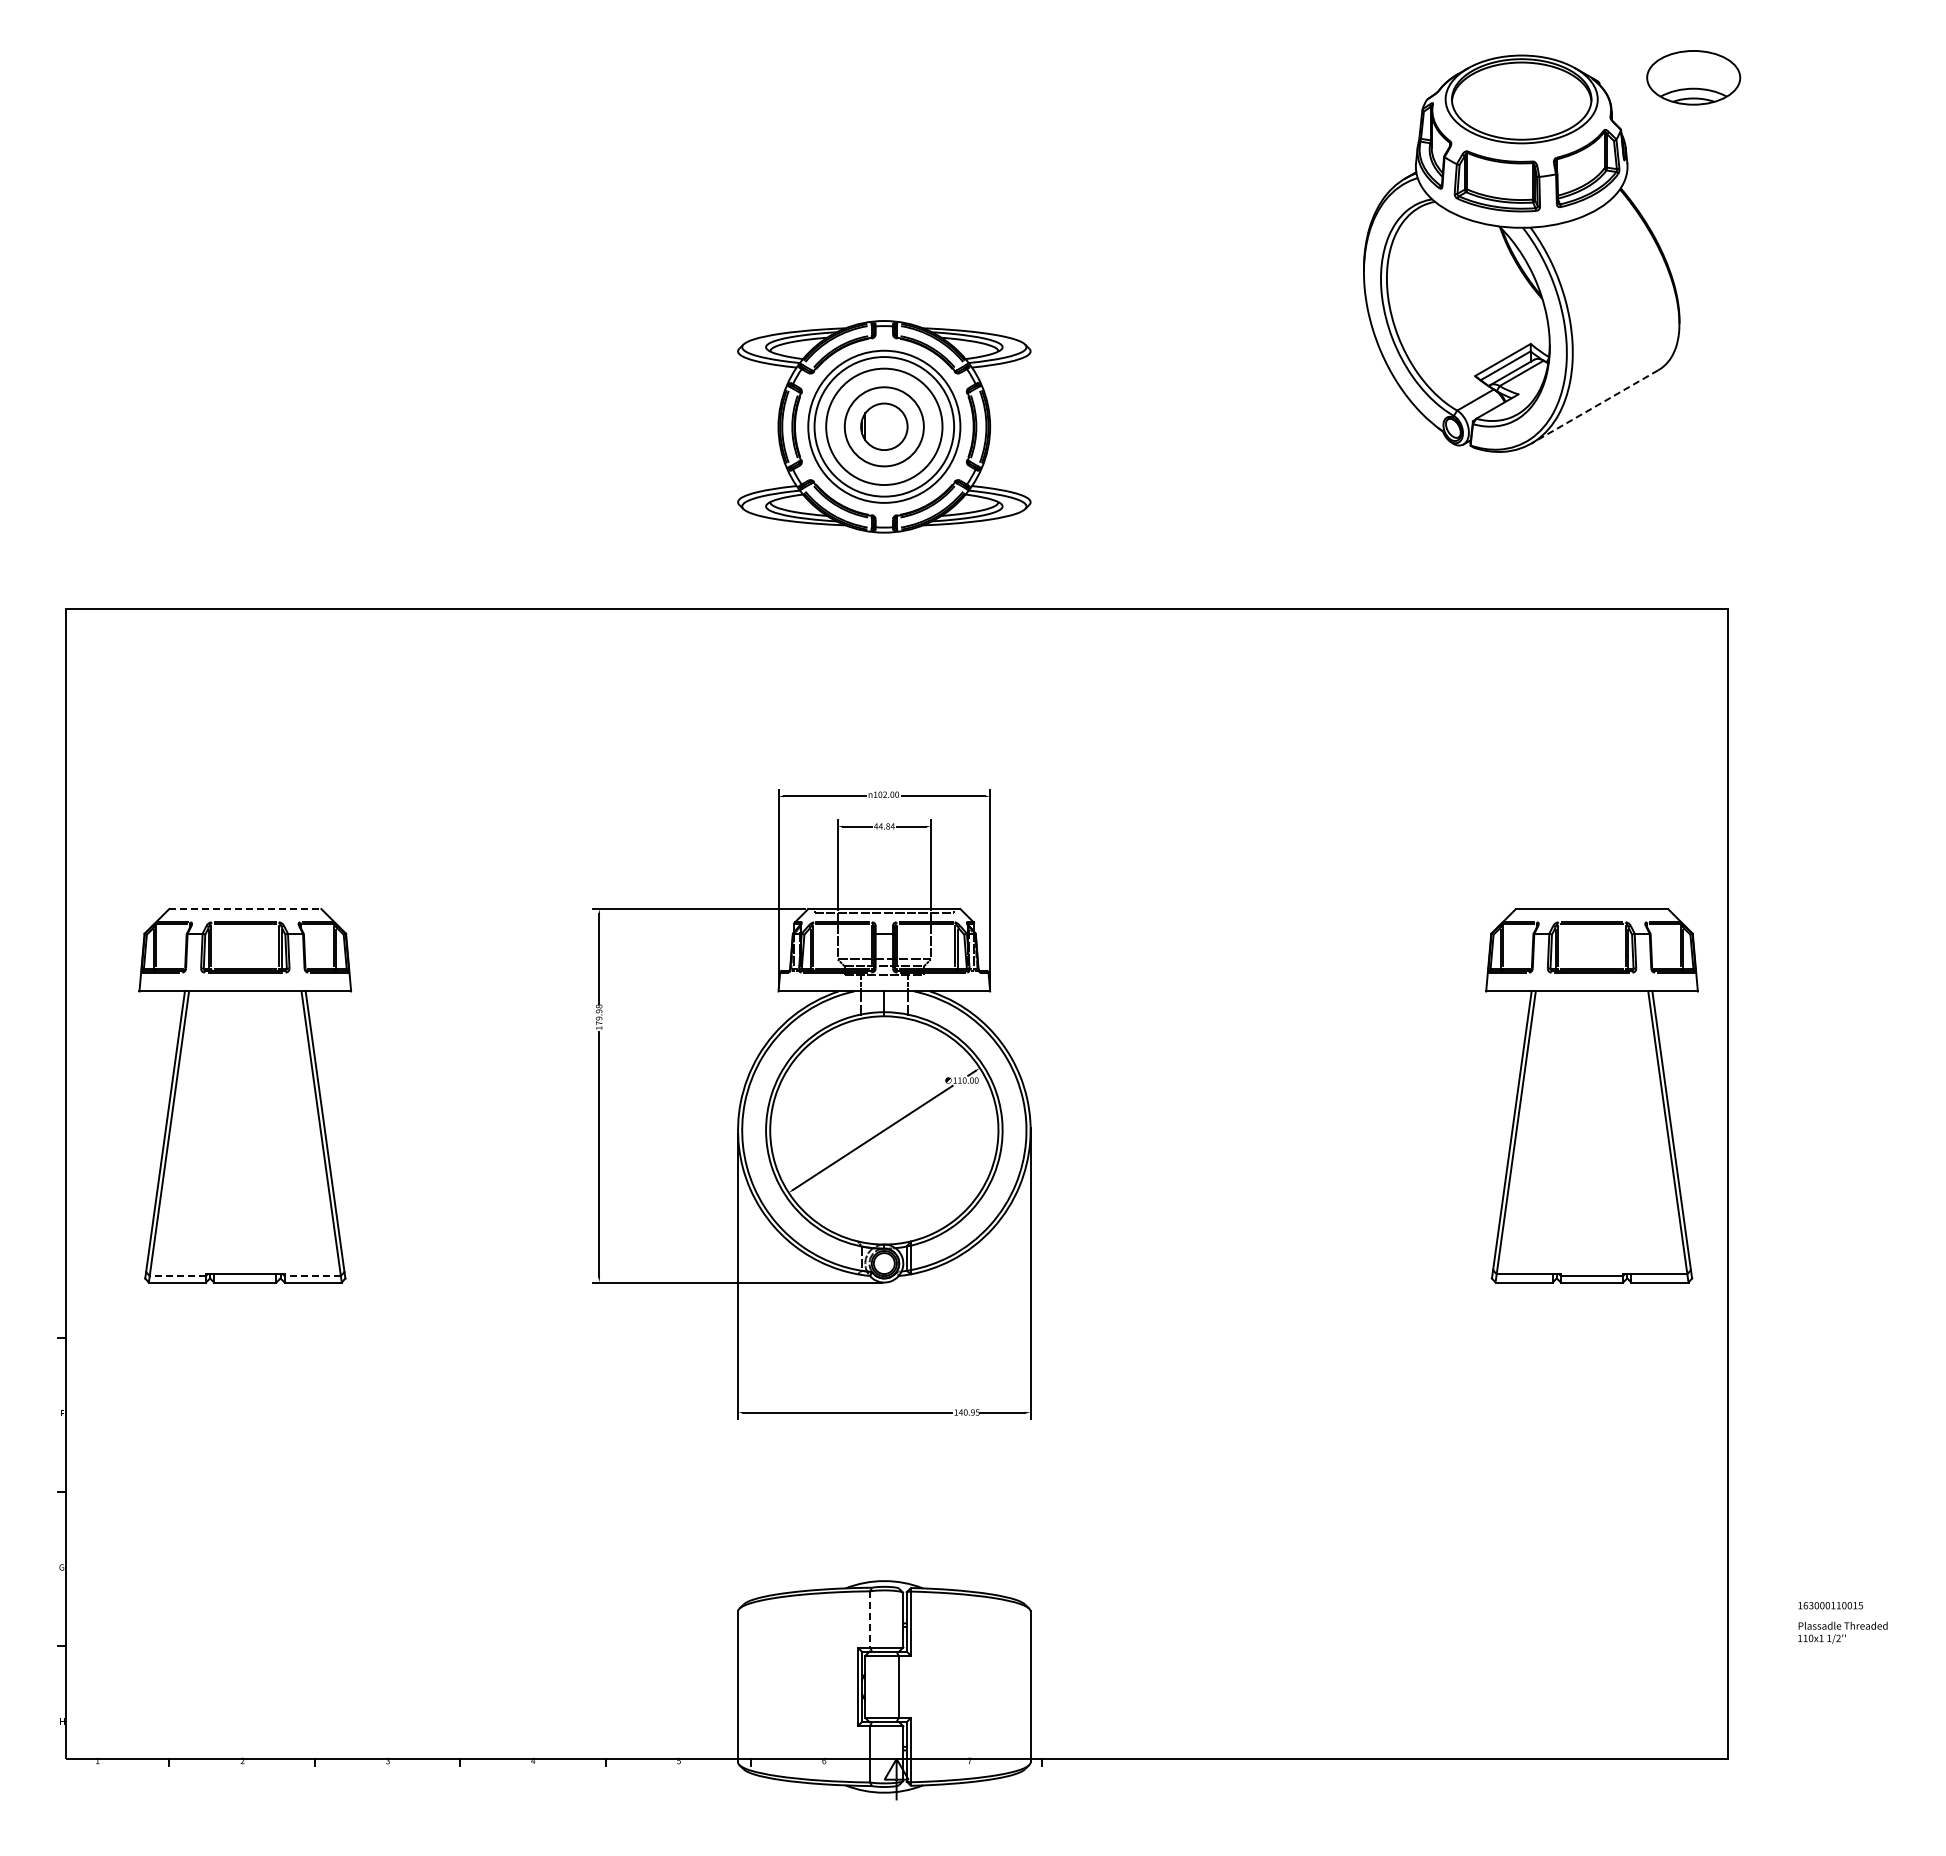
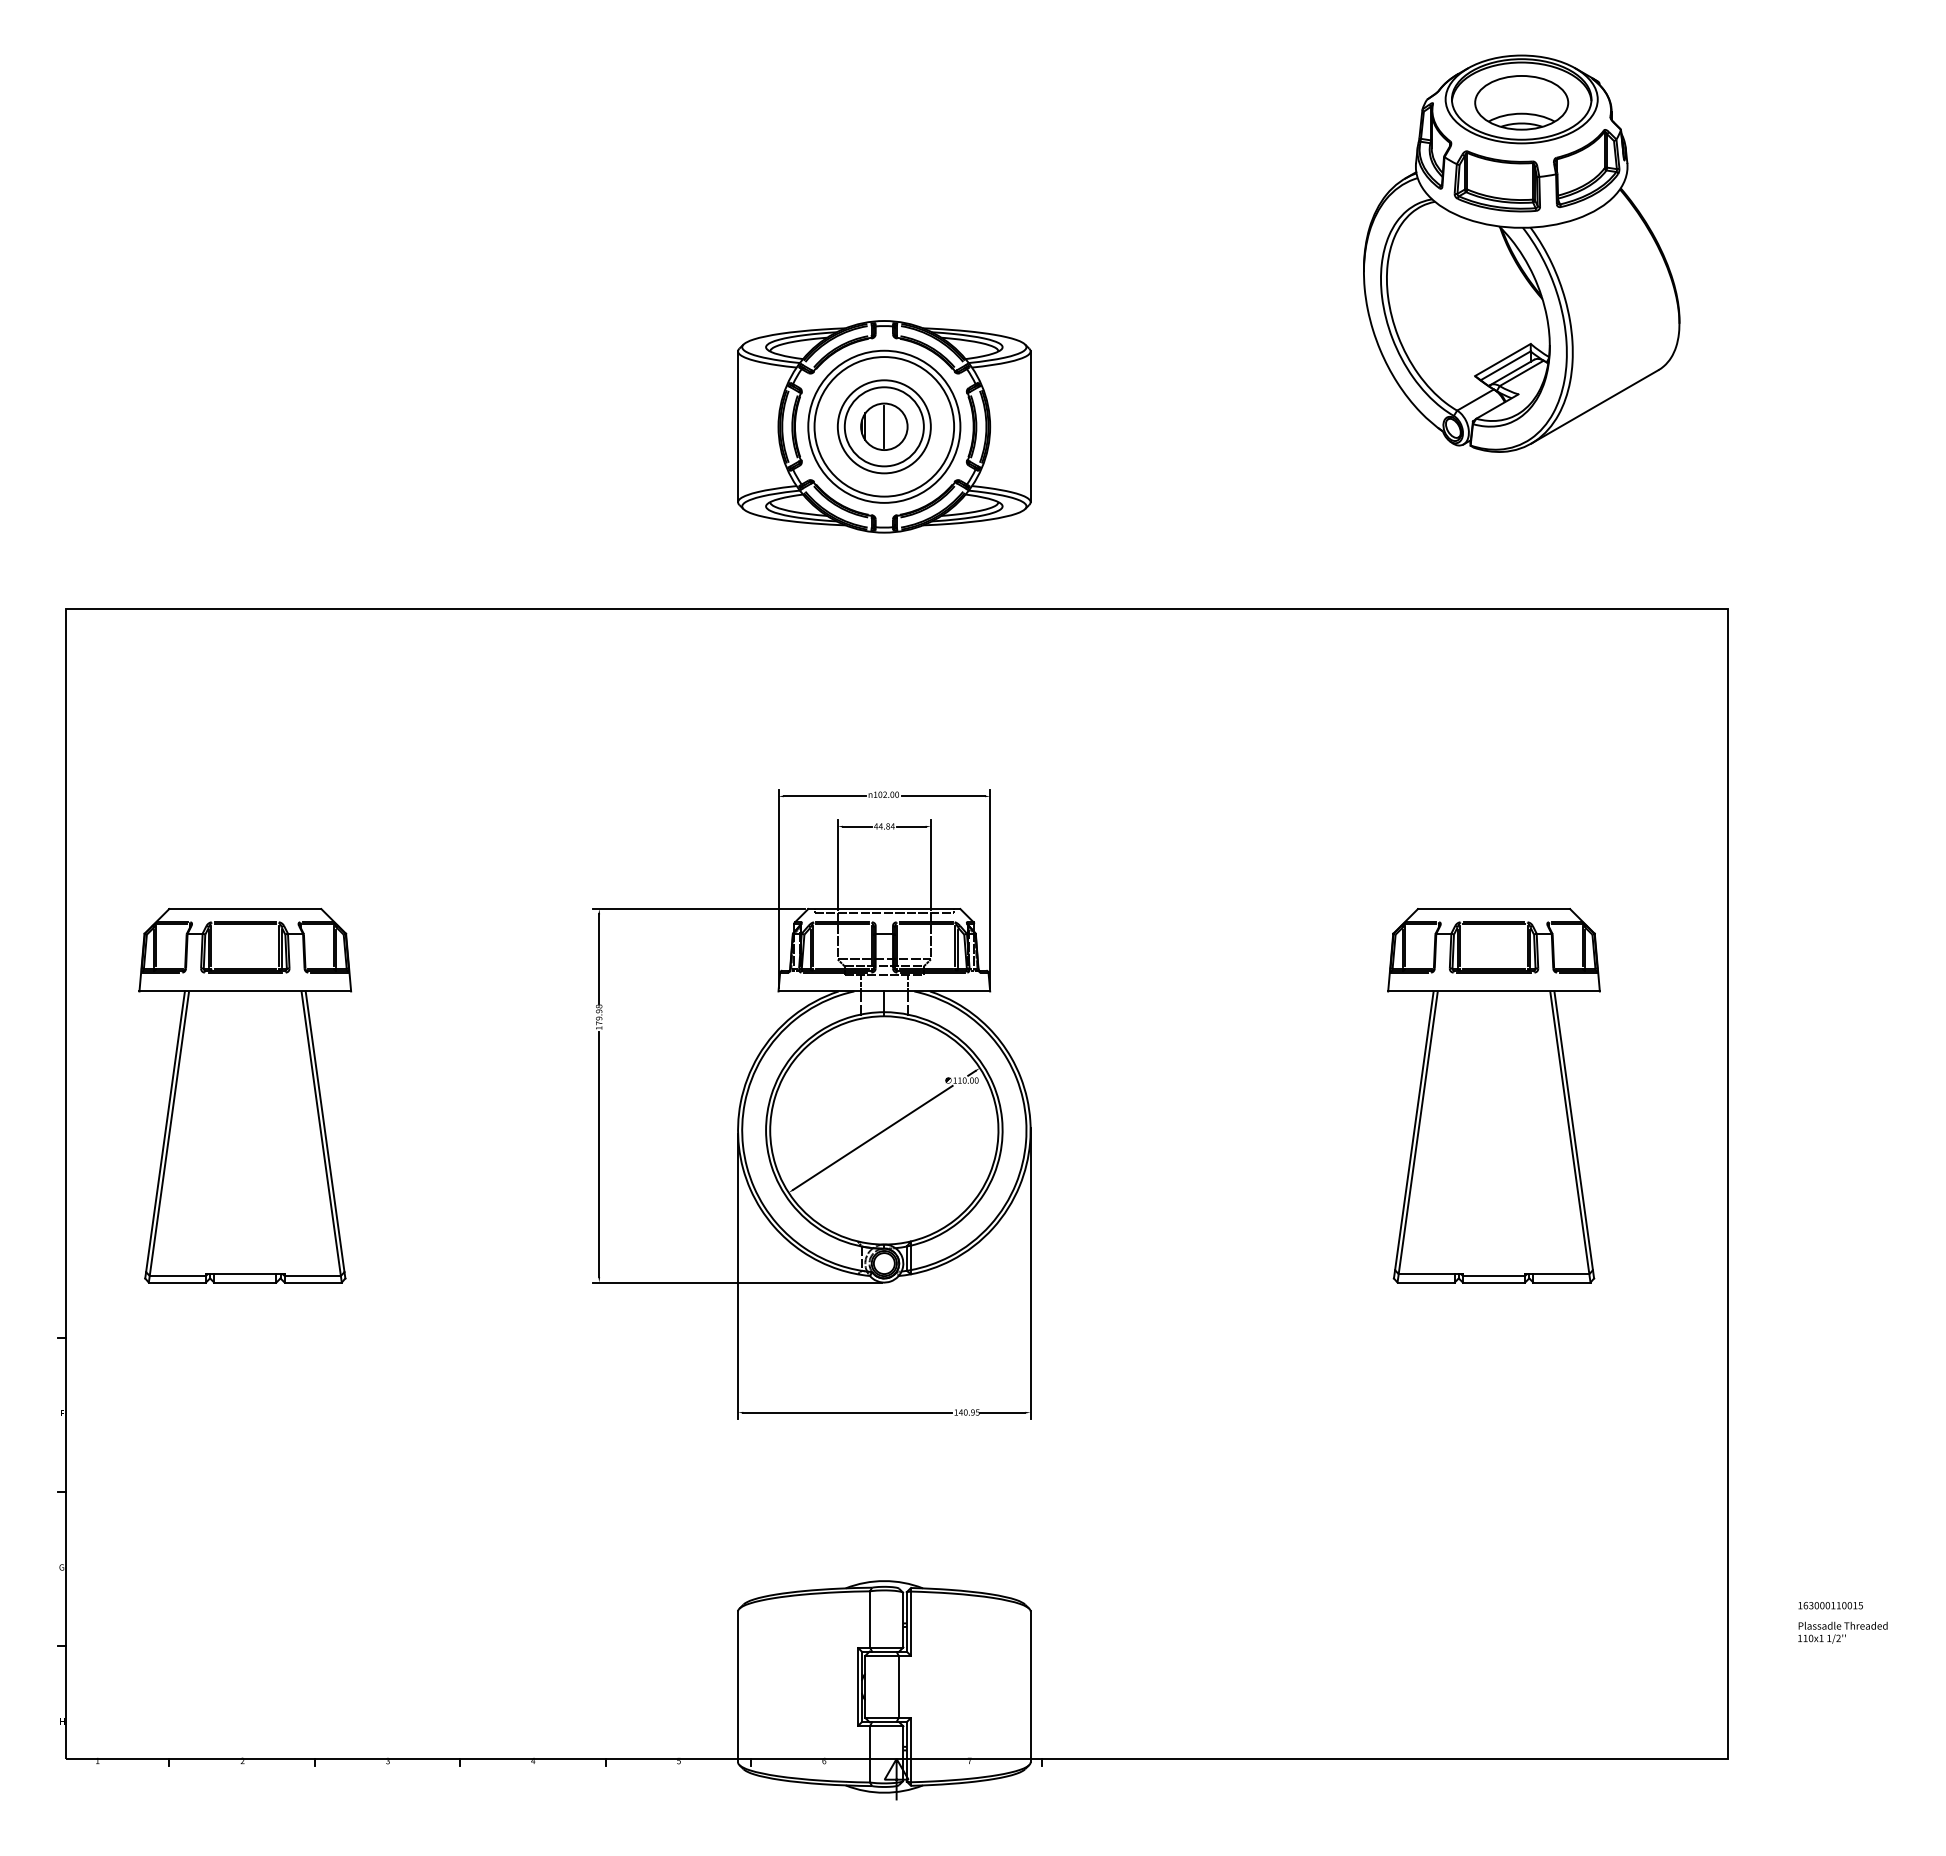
part at (1693, 77) position: (1693, 77) -> (1521, 102)
line at (1594, 407): dashed -> solid
line at (738, 426): none -> present
circle at (884, 426) diameter: 116 px -> 93 px
line at (884, 426): none -> present
line at (1030, 426): none -> present
line at (245, 909): dashed -> solid
part at (1591, 1095) position: (1591, 1095) -> (1493, 1095)
line at (177, 1276): dashed -> solid
line at (312, 1276): dashed -> solid
line at (869, 1619): dashed -> solid
